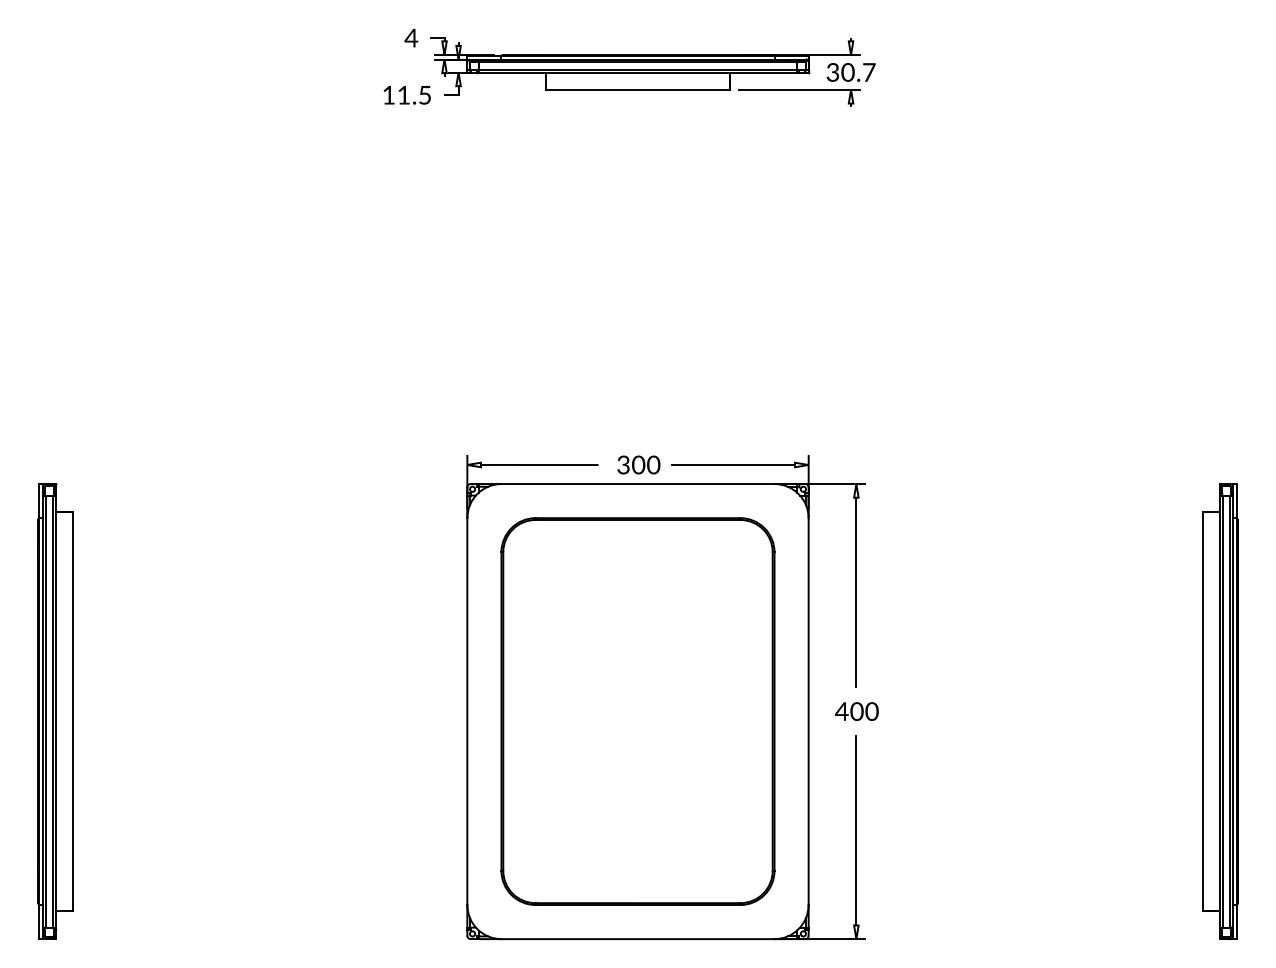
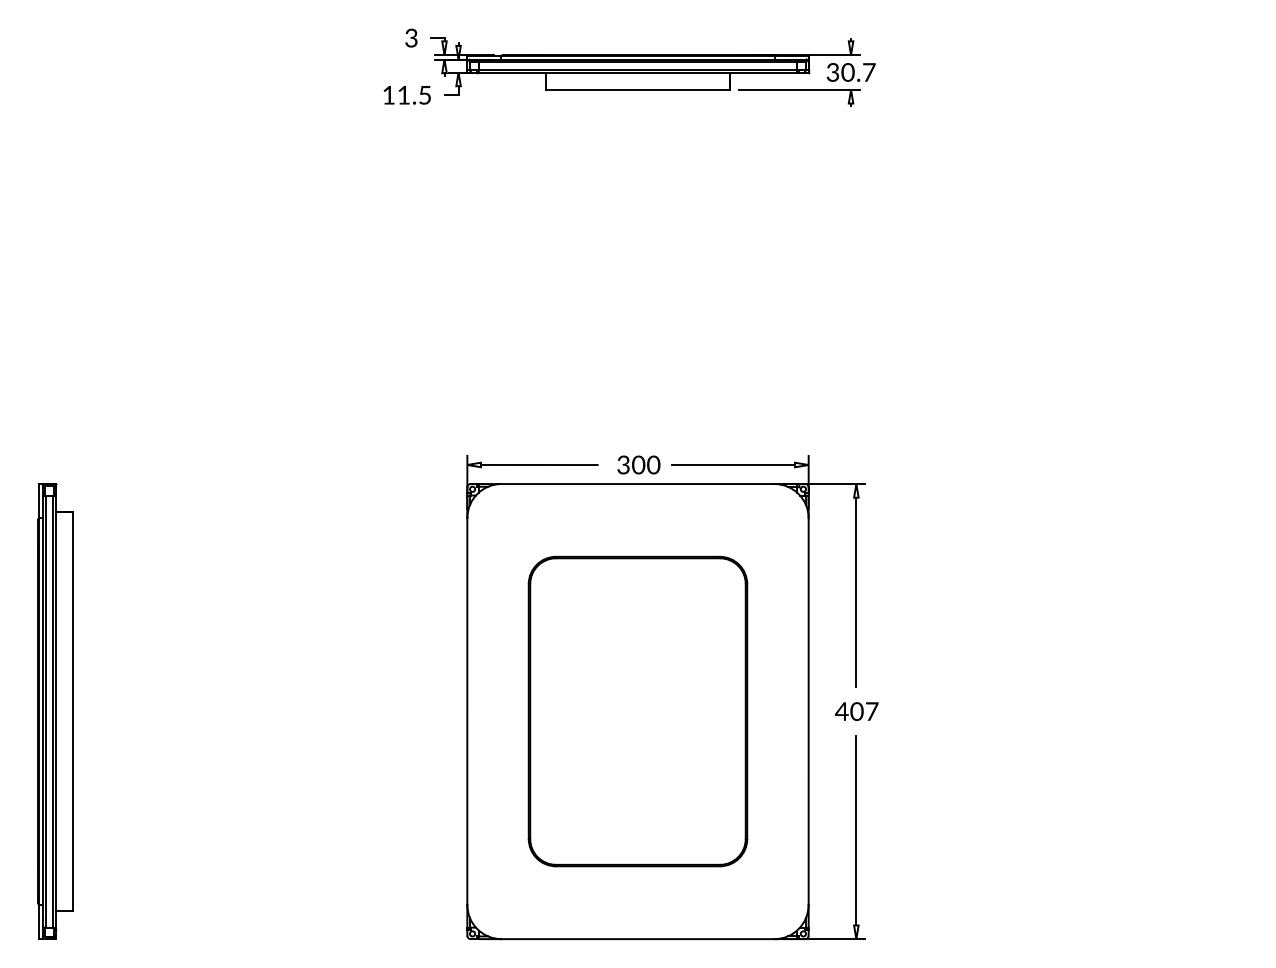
text at (411, 37): 4 -> 3
part at (637, 711) size: 276x389 px -> 222x313 px
text at (871, 711): 400 -> 407
part at (1220, 711): present -> none
